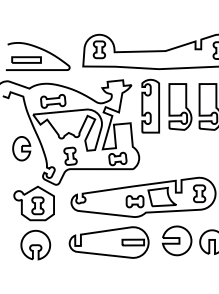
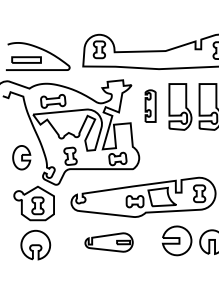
part at (150, 105) size: 19x56 px -> 13x34 px
part at (21, 148) position: (21, 148) -> (21, 157)
part at (108, 242) size: 82x33 px -> 50x21 px
